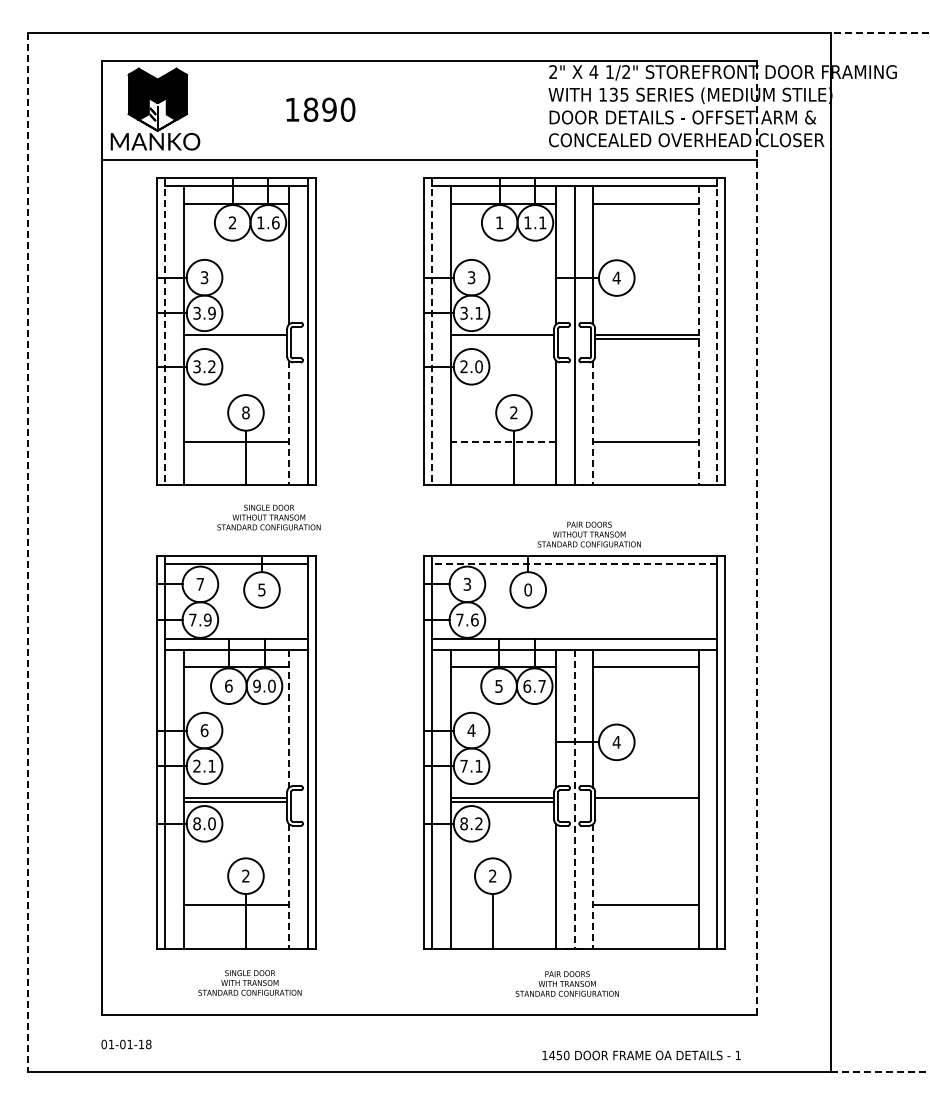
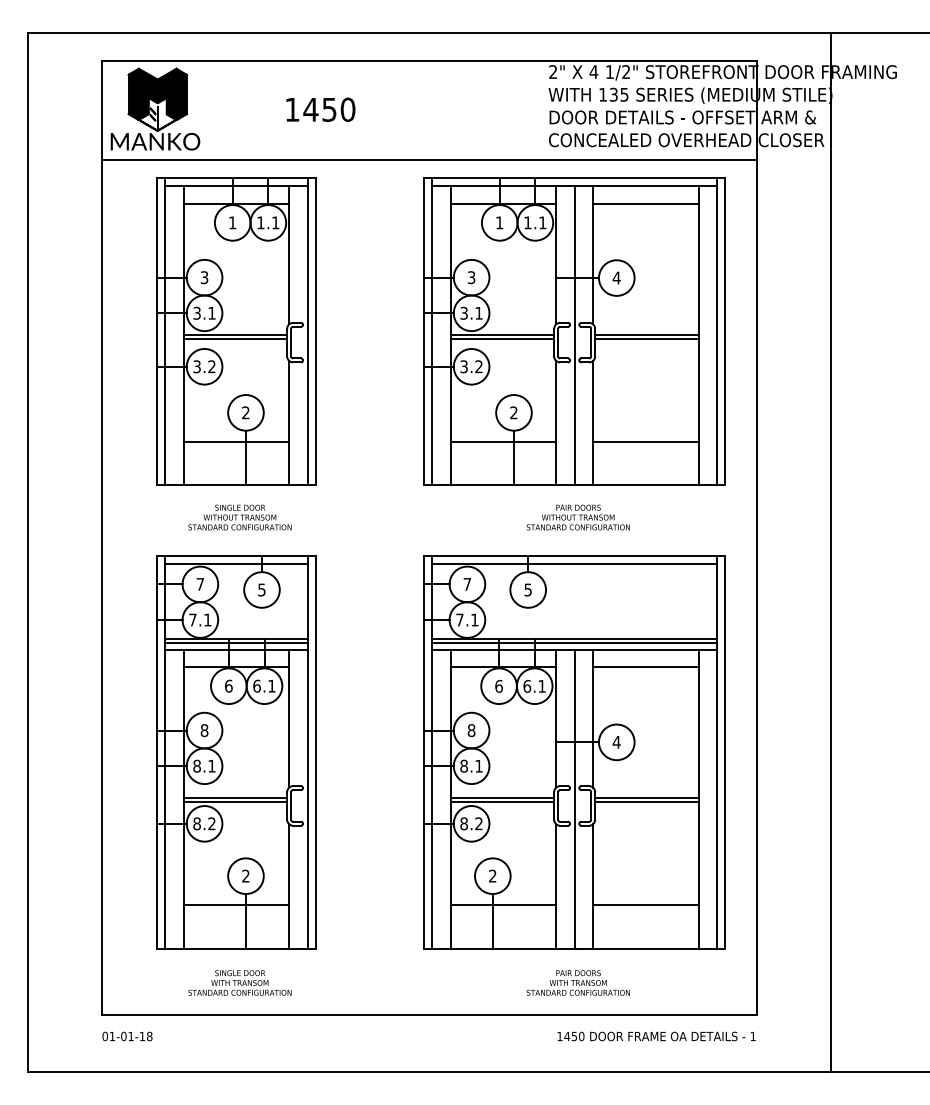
line at (879, 33): dashed -> solid
text at (319, 109): 1890 -> 1450
text at (232, 222): 2 -> 1
text at (275, 222): 1.6 -> 1.1
text at (211, 312): 3.9 -> 3.1
line at (165, 331): dashed -> solid
line at (432, 331): dashed -> solid
line at (717, 331): dashed -> solid
line at (698, 335): dashed -> solid
line at (235, 338): none -> present
line at (502, 338): none -> present
text at (471, 366): 2.0 -> 3.2
text at (245, 412): 8 -> 2
line at (289, 423): dashed -> solid
line at (593, 423): dashed -> solid
line at (503, 442): dashed -> solid
text at (268, 517) position: (268, 517) -> (239, 517)
text at (588, 534) position: (588, 534) -> (577, 517)
line at (756, 537): dashed -> solid
line at (27, 552): dashed -> solid
line at (574, 564): dashed -> solid
text at (467, 583): 3 -> 7
text at (528, 589): 0 -> 5
text at (207, 619): 7.9 -> 7.1
text at (474, 619): 7.6 -> 7.1
line at (236, 642): none -> present
line at (574, 642): none -> present
text at (264, 685): 9.0 -> 6.1
text at (498, 685): 5 -> 6
text at (541, 686): 6.7 -> 6.1
line at (289, 719): dashed -> solid
text at (204, 730): 6 -> 8
text at (471, 730): 4 -> 8
text at (196, 765): 2.1 -> 8.1
text at (463, 765): 7.1 -> 8.1
line at (574, 799): dashed -> solid
line at (646, 801): none -> present
text at (211, 823): 8.0 -> 8.2
line at (289, 886): dashed -> solid
line at (593, 886): dashed -> solid
line at (503, 905): none -> present
text at (249, 982) position: (249, 982) -> (239, 982)
text at (566, 983) position: (566, 983) -> (577, 982)
text at (126, 1044) position: (126, 1044) -> (127, 1036)
text at (641, 1055) position: (641, 1055) -> (656, 1036)
line at (880, 1071): dashed -> solid
